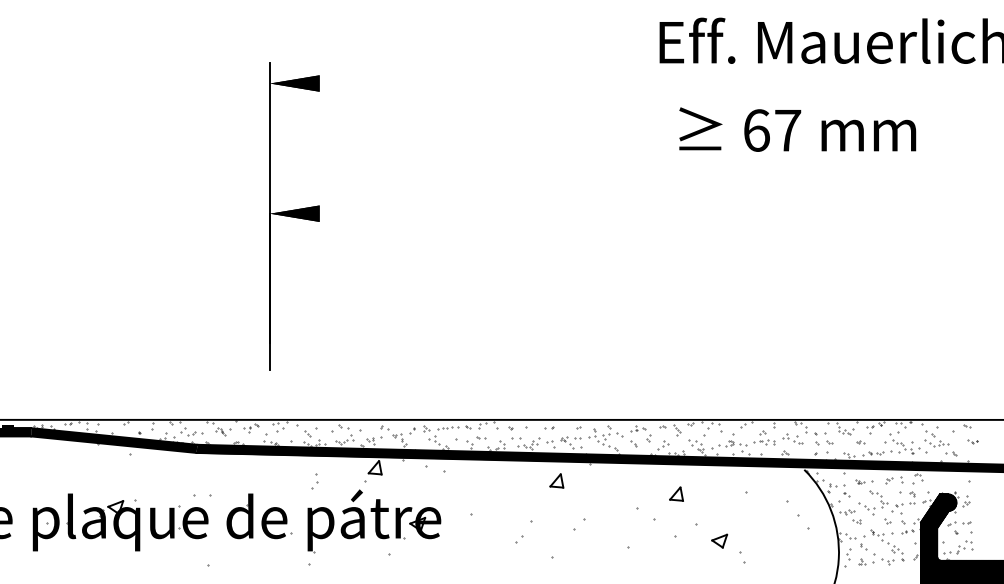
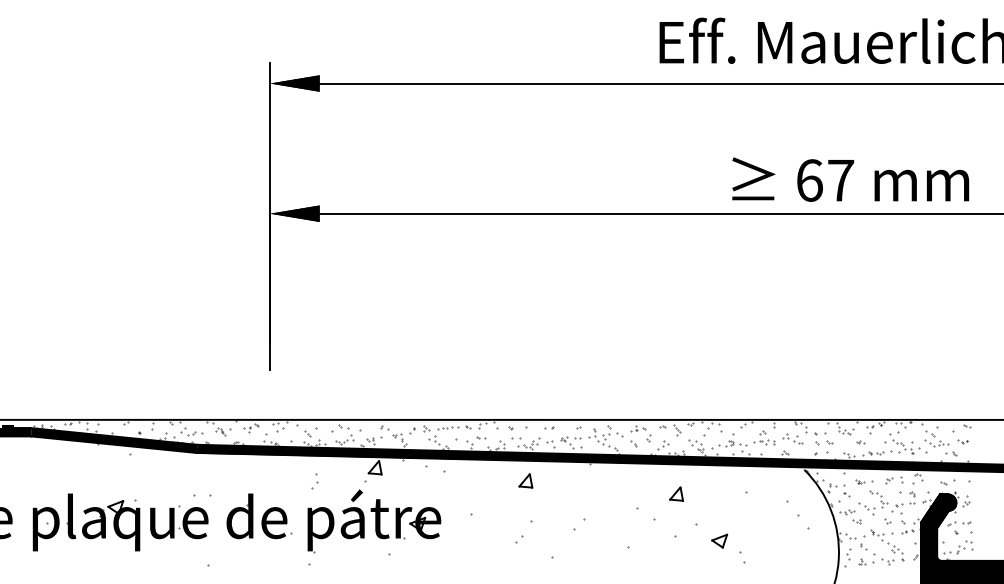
line at (659, 83): none -> present
text at (797, 129) position: (797, 129) -> (850, 179)
line at (655, 213): none -> present
part at (972, 441) position: (972, 441) -> (962, 441)
part at (556, 480) position: (556, 480) -> (525, 480)
part at (947, 482): none -> present
